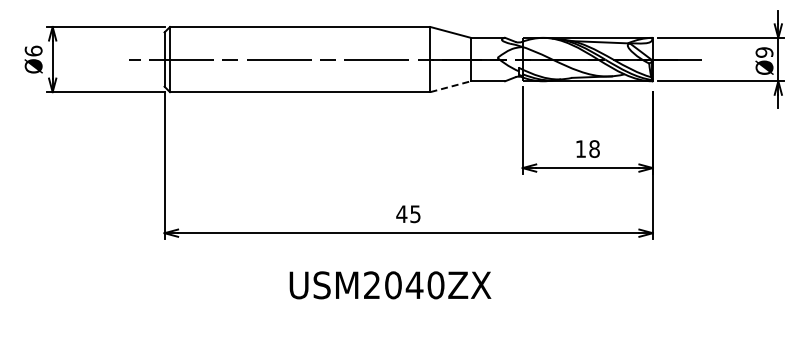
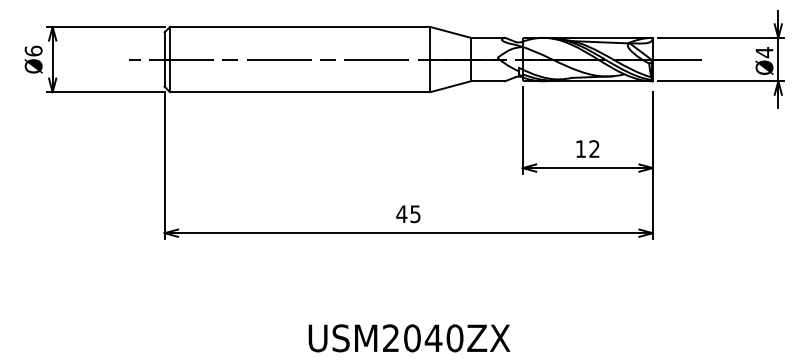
text at (764, 52): Ø9 -> Ø4
line at (450, 86): dashed -> solid
text at (594, 149): 18 -> 12
text at (390, 285) position: (390, 285) -> (409, 338)
